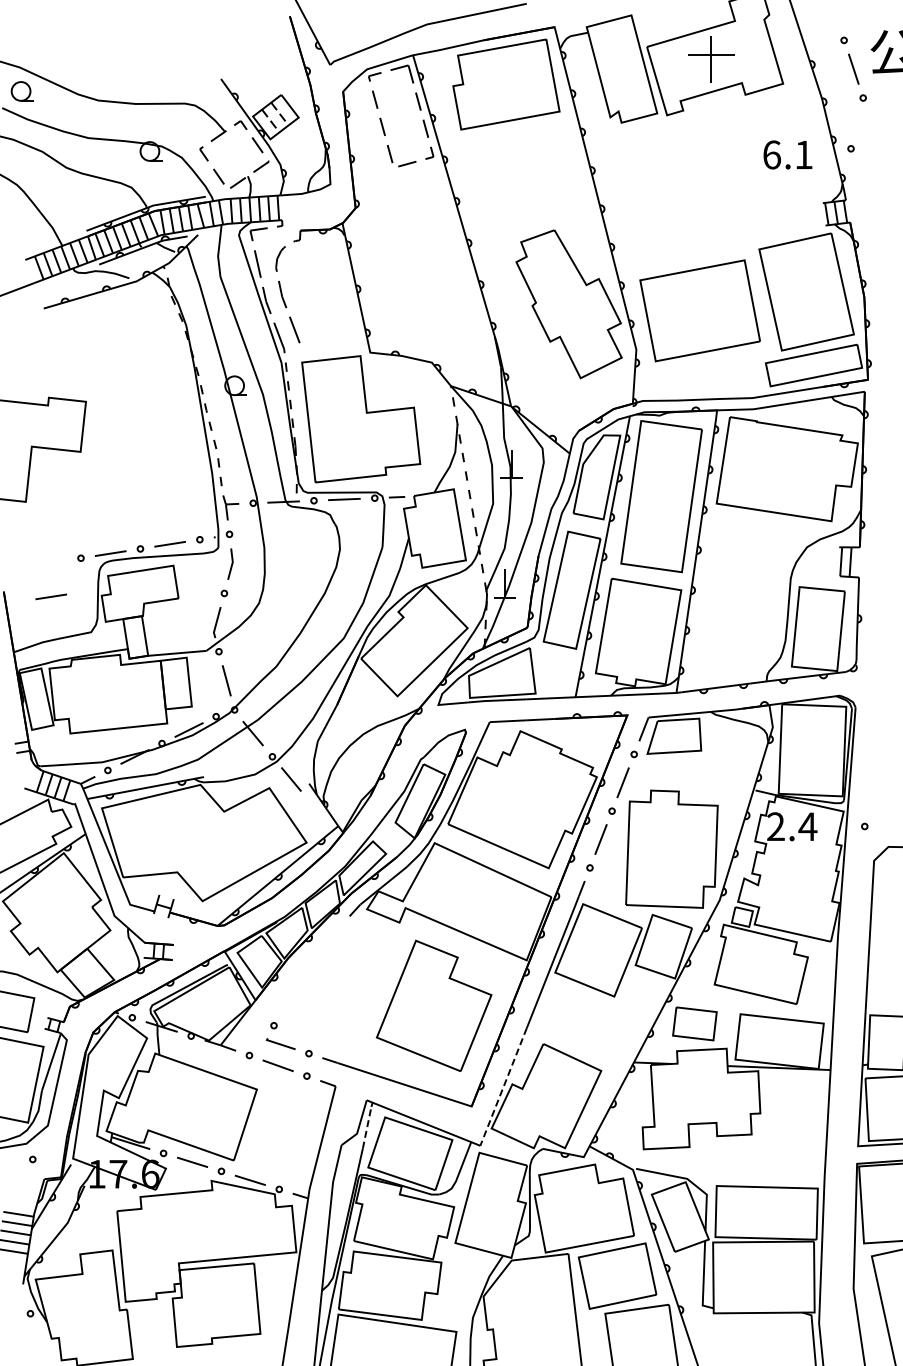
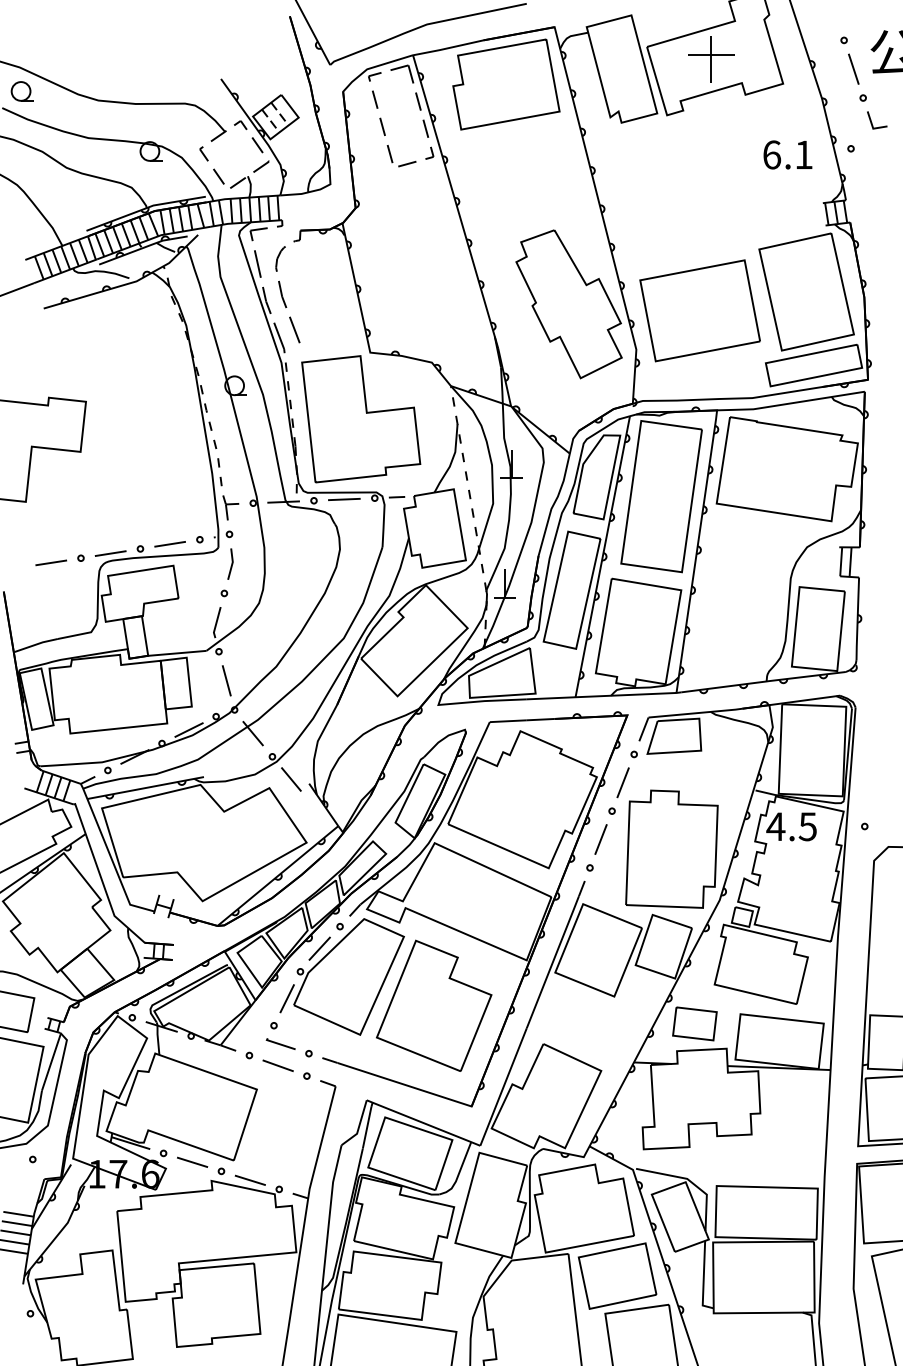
line at (872, 122): none -> present
line at (50, 596) position: (50, 596) -> (50, 562)
text at (791, 826): 2.4 -> 4.5
part at (341, 976): none -> present
line at (503, 1087): dashed -> solid
line at (367, 1127): dashed -> solid
